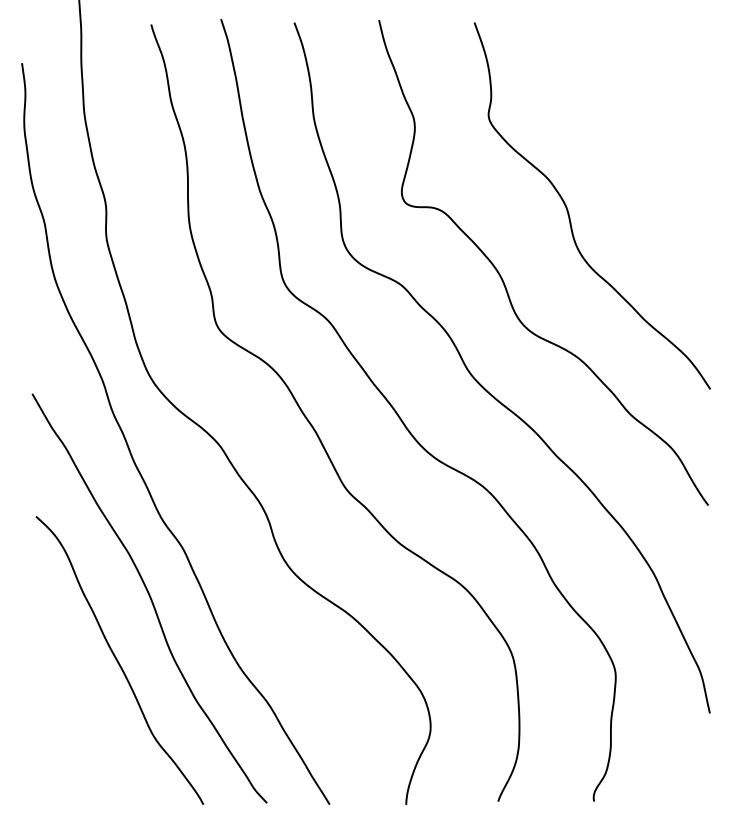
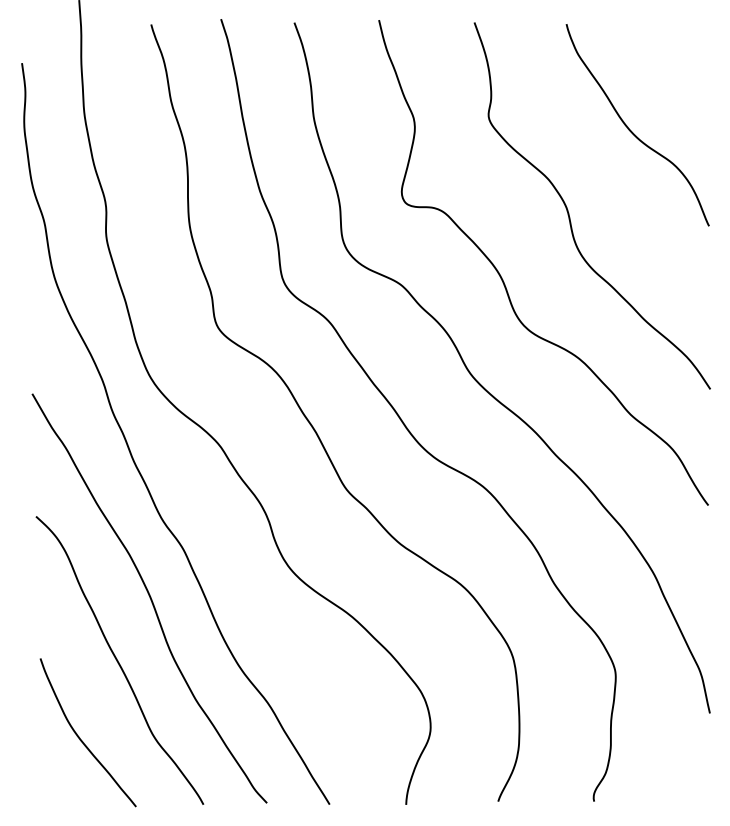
curve at (631, 130): none -> present
curve at (79, 736): none -> present
